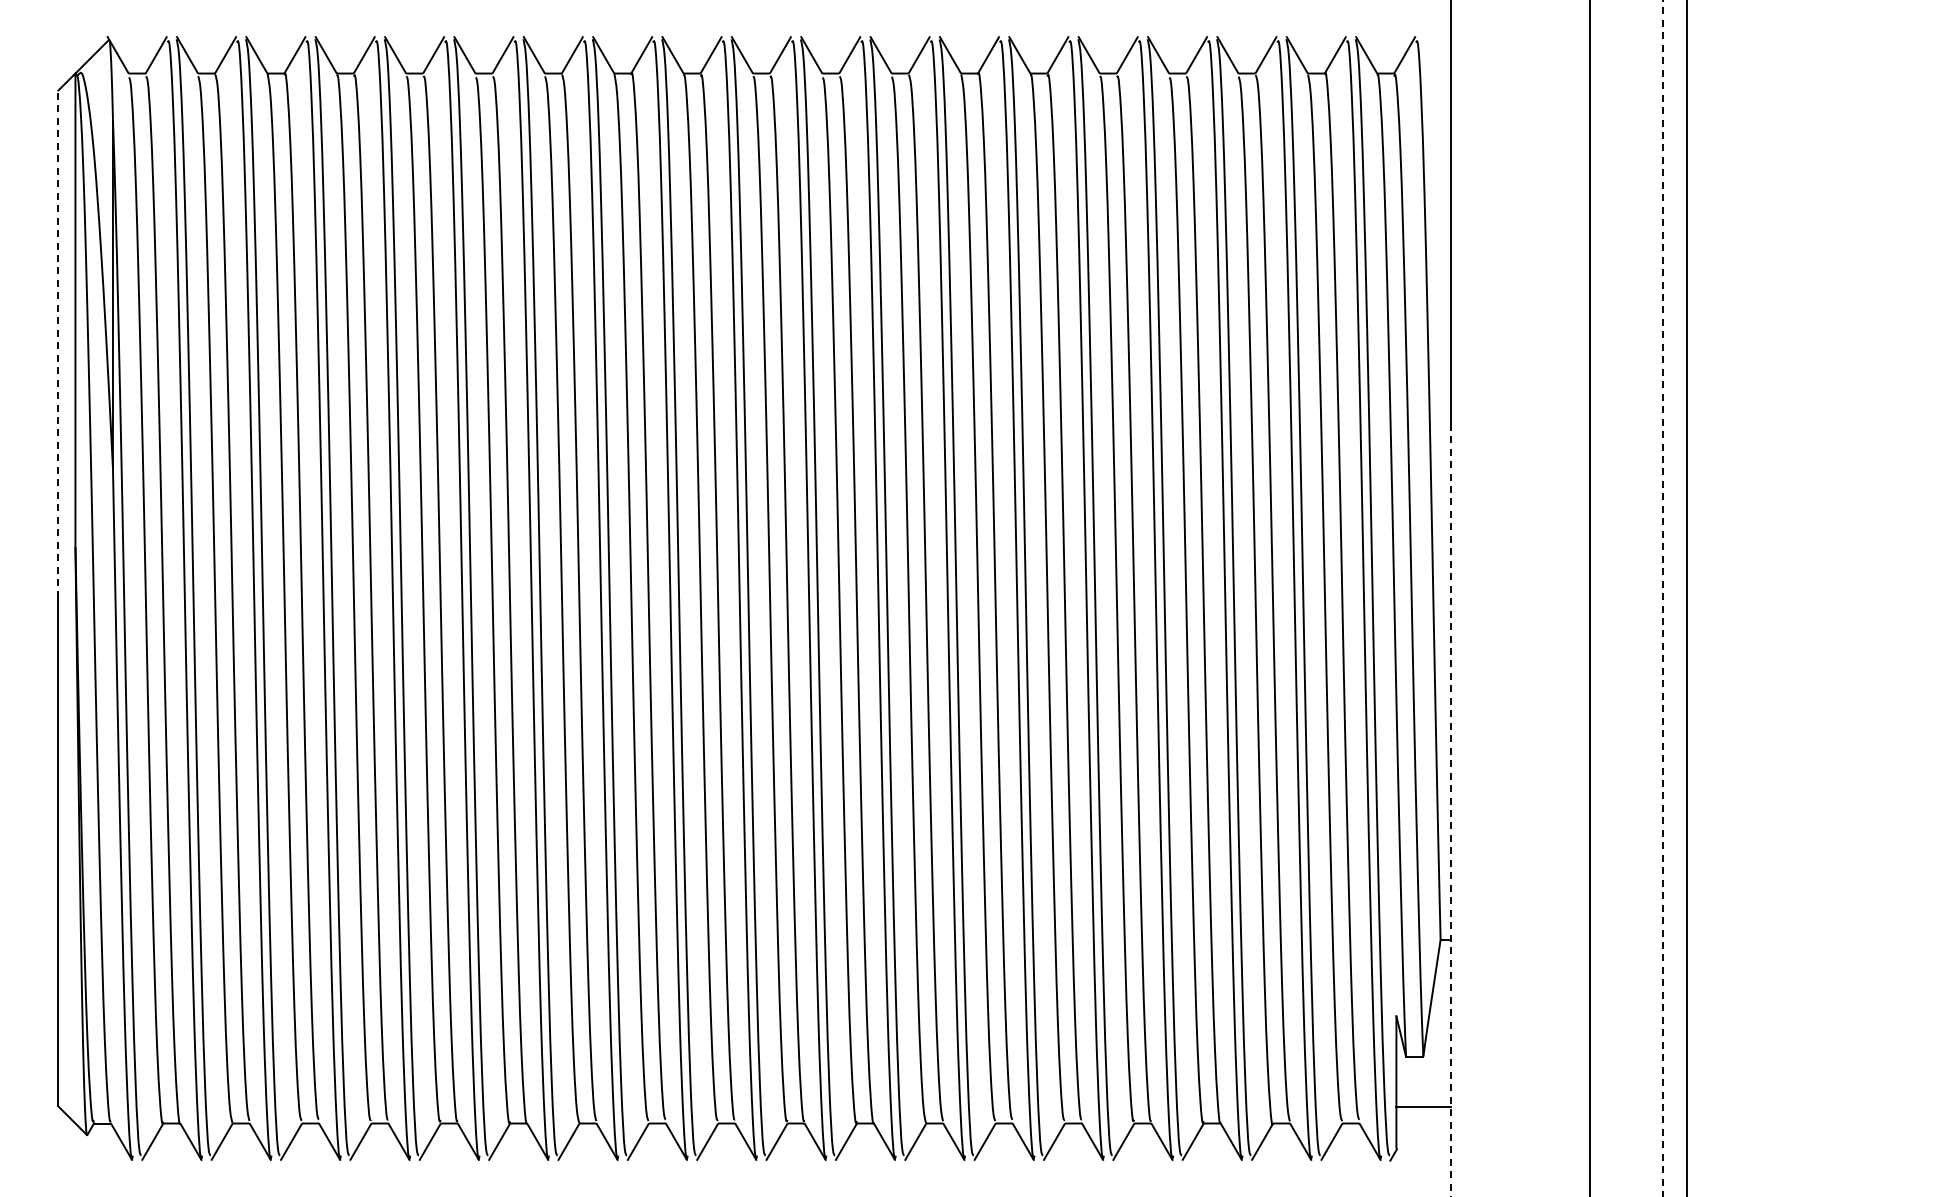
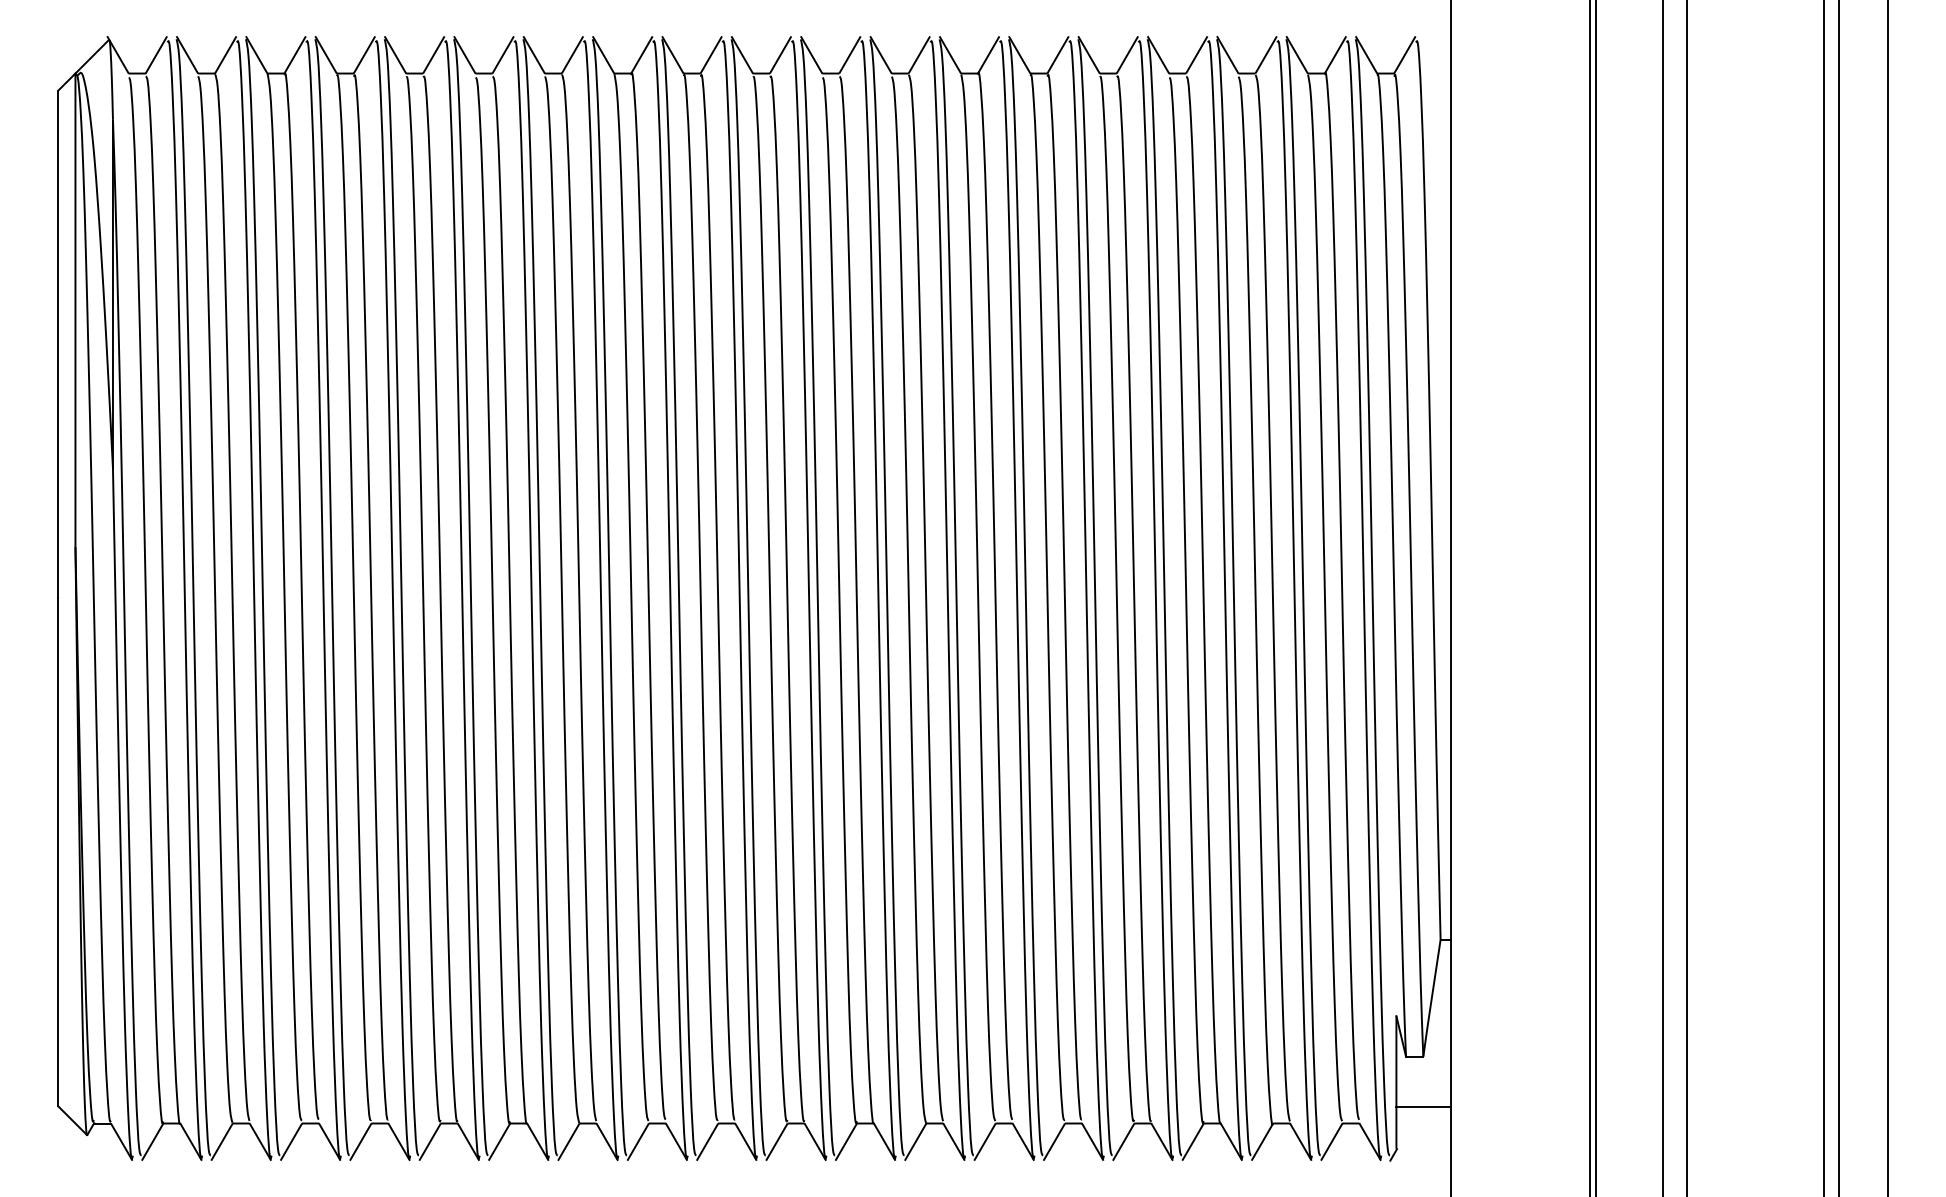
line at (58, 344): dashed -> solid
line at (1595, 597): none -> present
line at (1823, 597): none -> present
line at (1839, 597): none -> present
line at (1887, 597): none -> present
line at (1663, 598): dashed -> solid
line at (1451, 810): dashed -> solid
